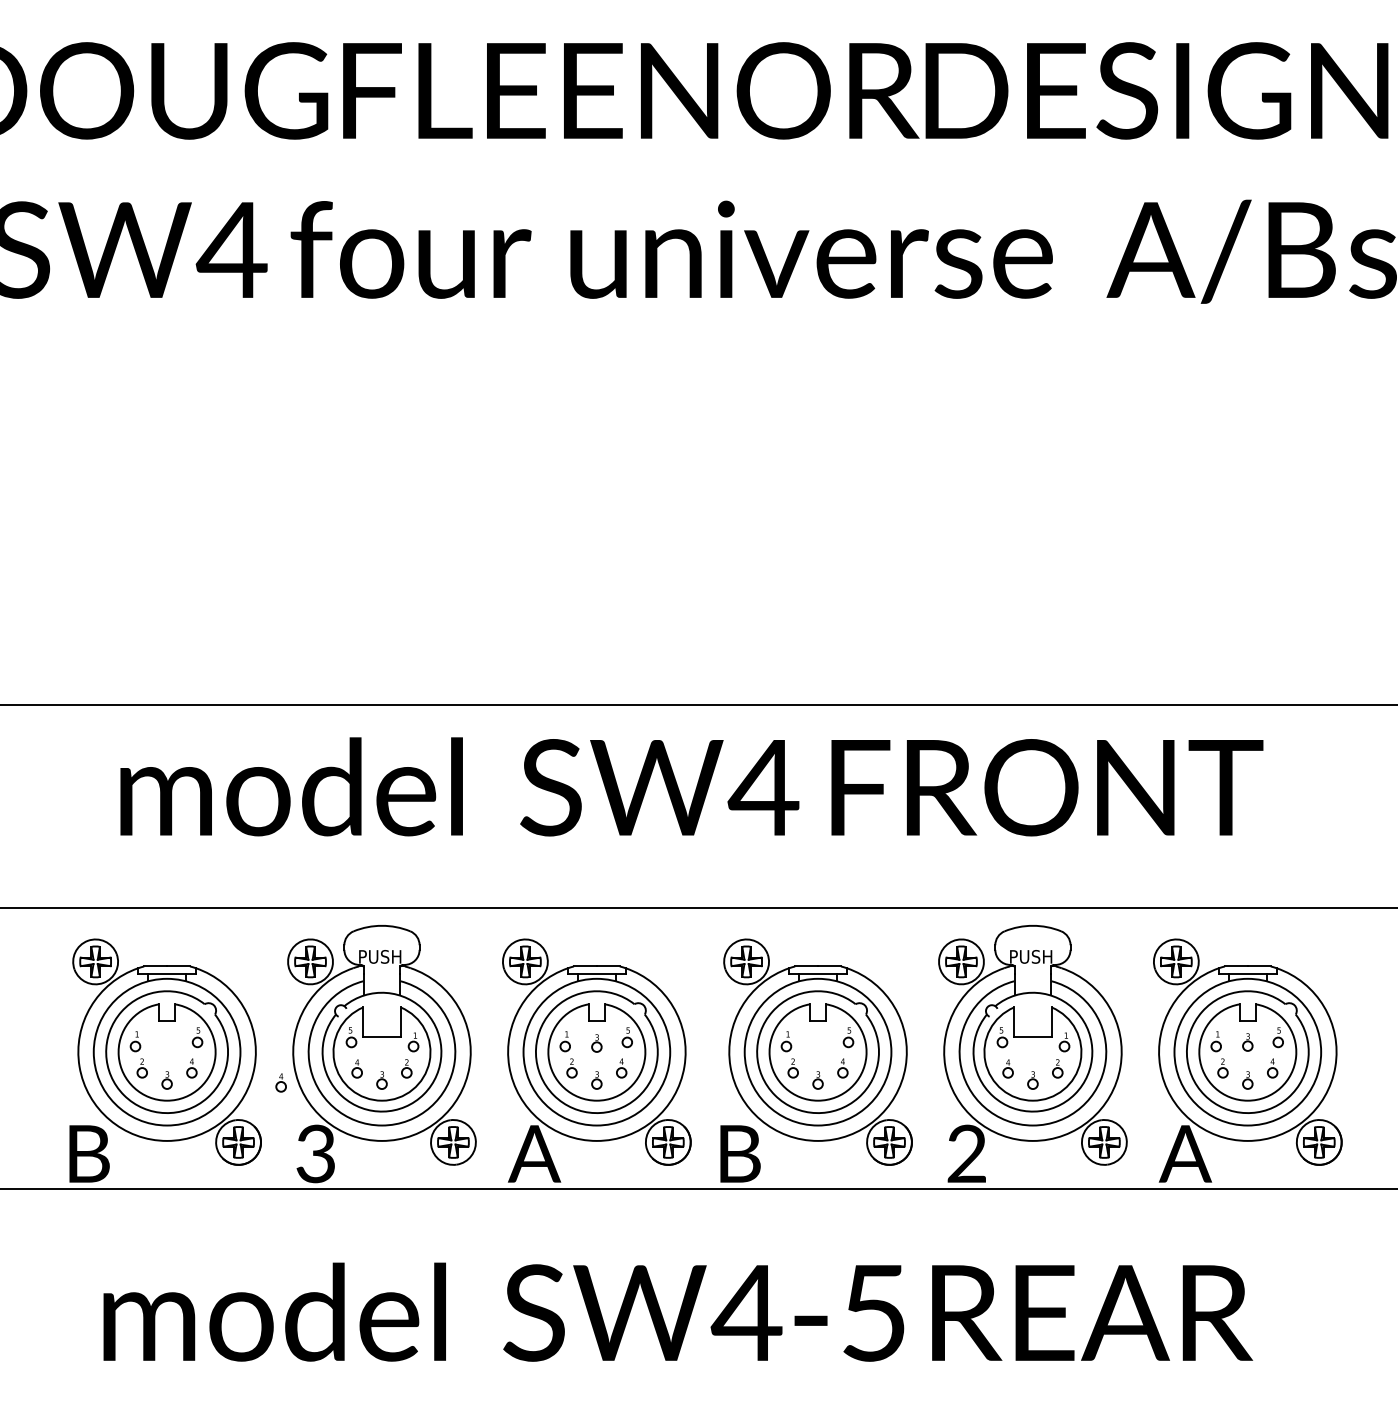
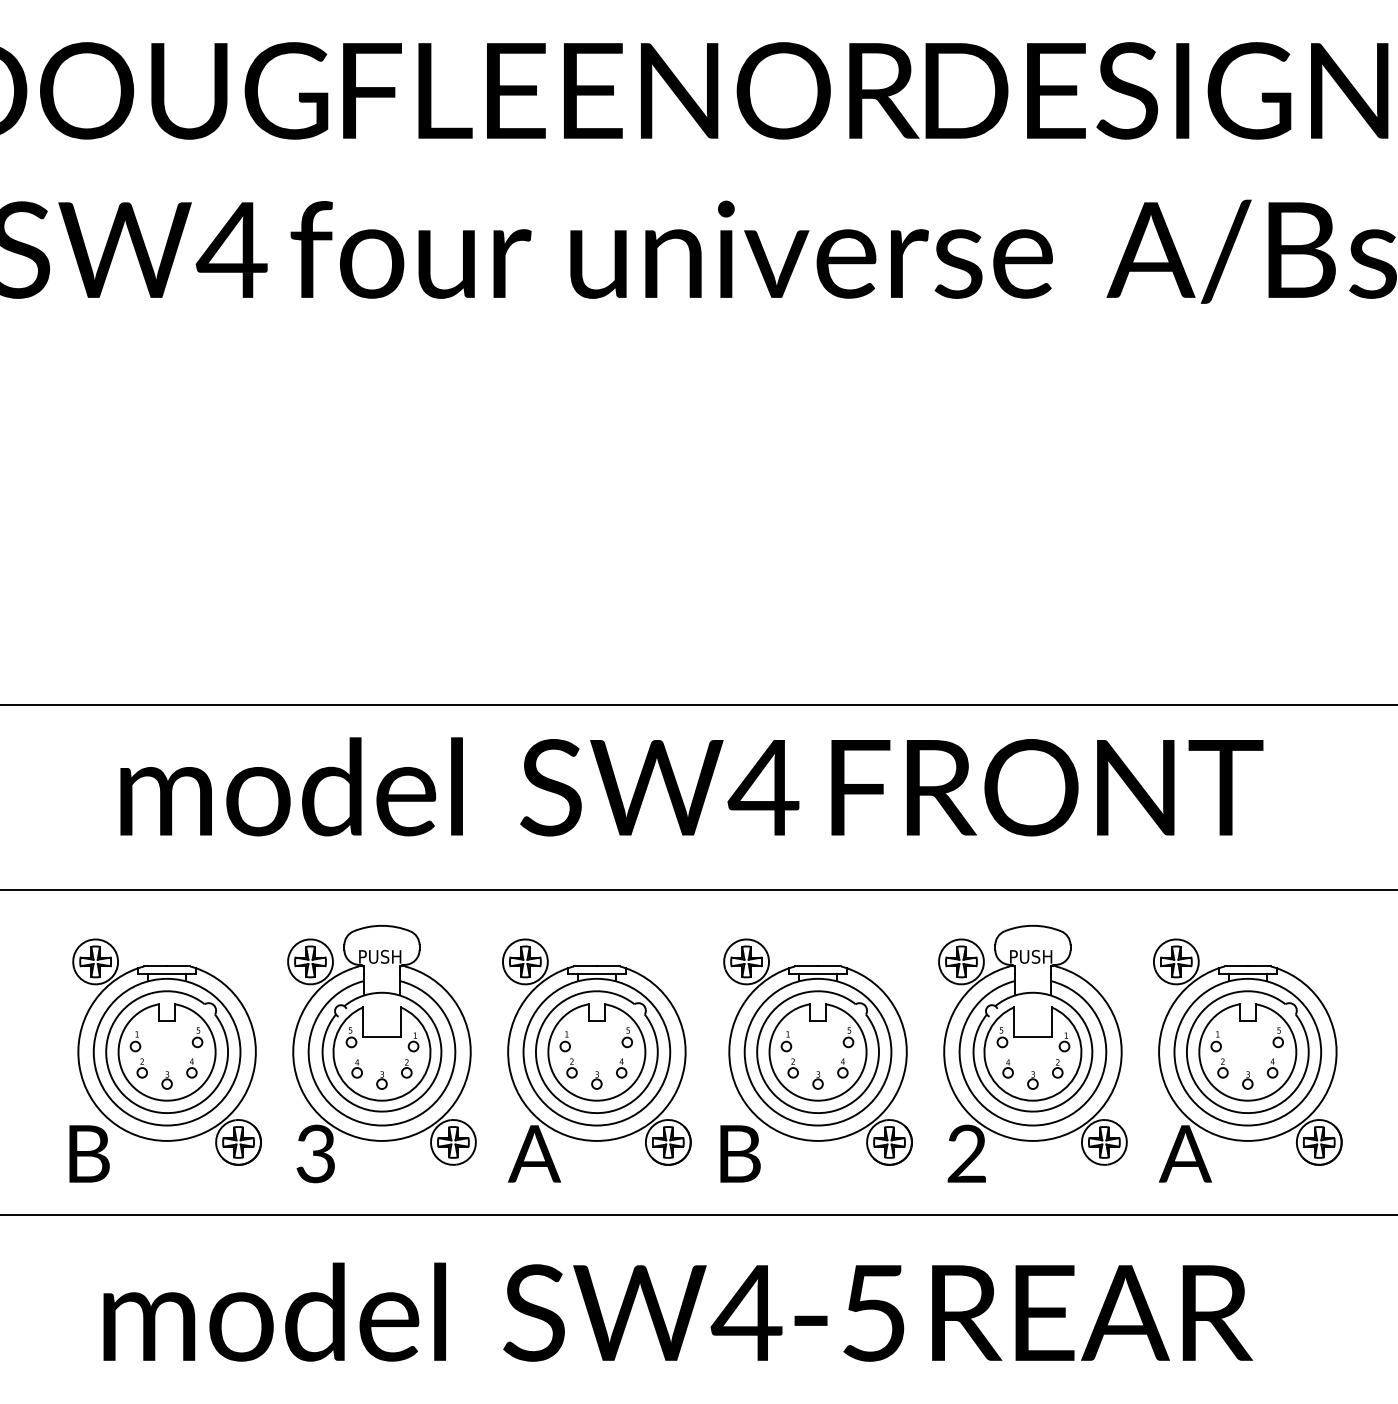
line at (698, 907) position: (698, 907) -> (698, 889)
part at (1247, 1042): present -> none
part at (596, 1043): present -> none
part at (280, 1082): present -> none
line at (698, 1188) position: (698, 1188) -> (698, 1214)
